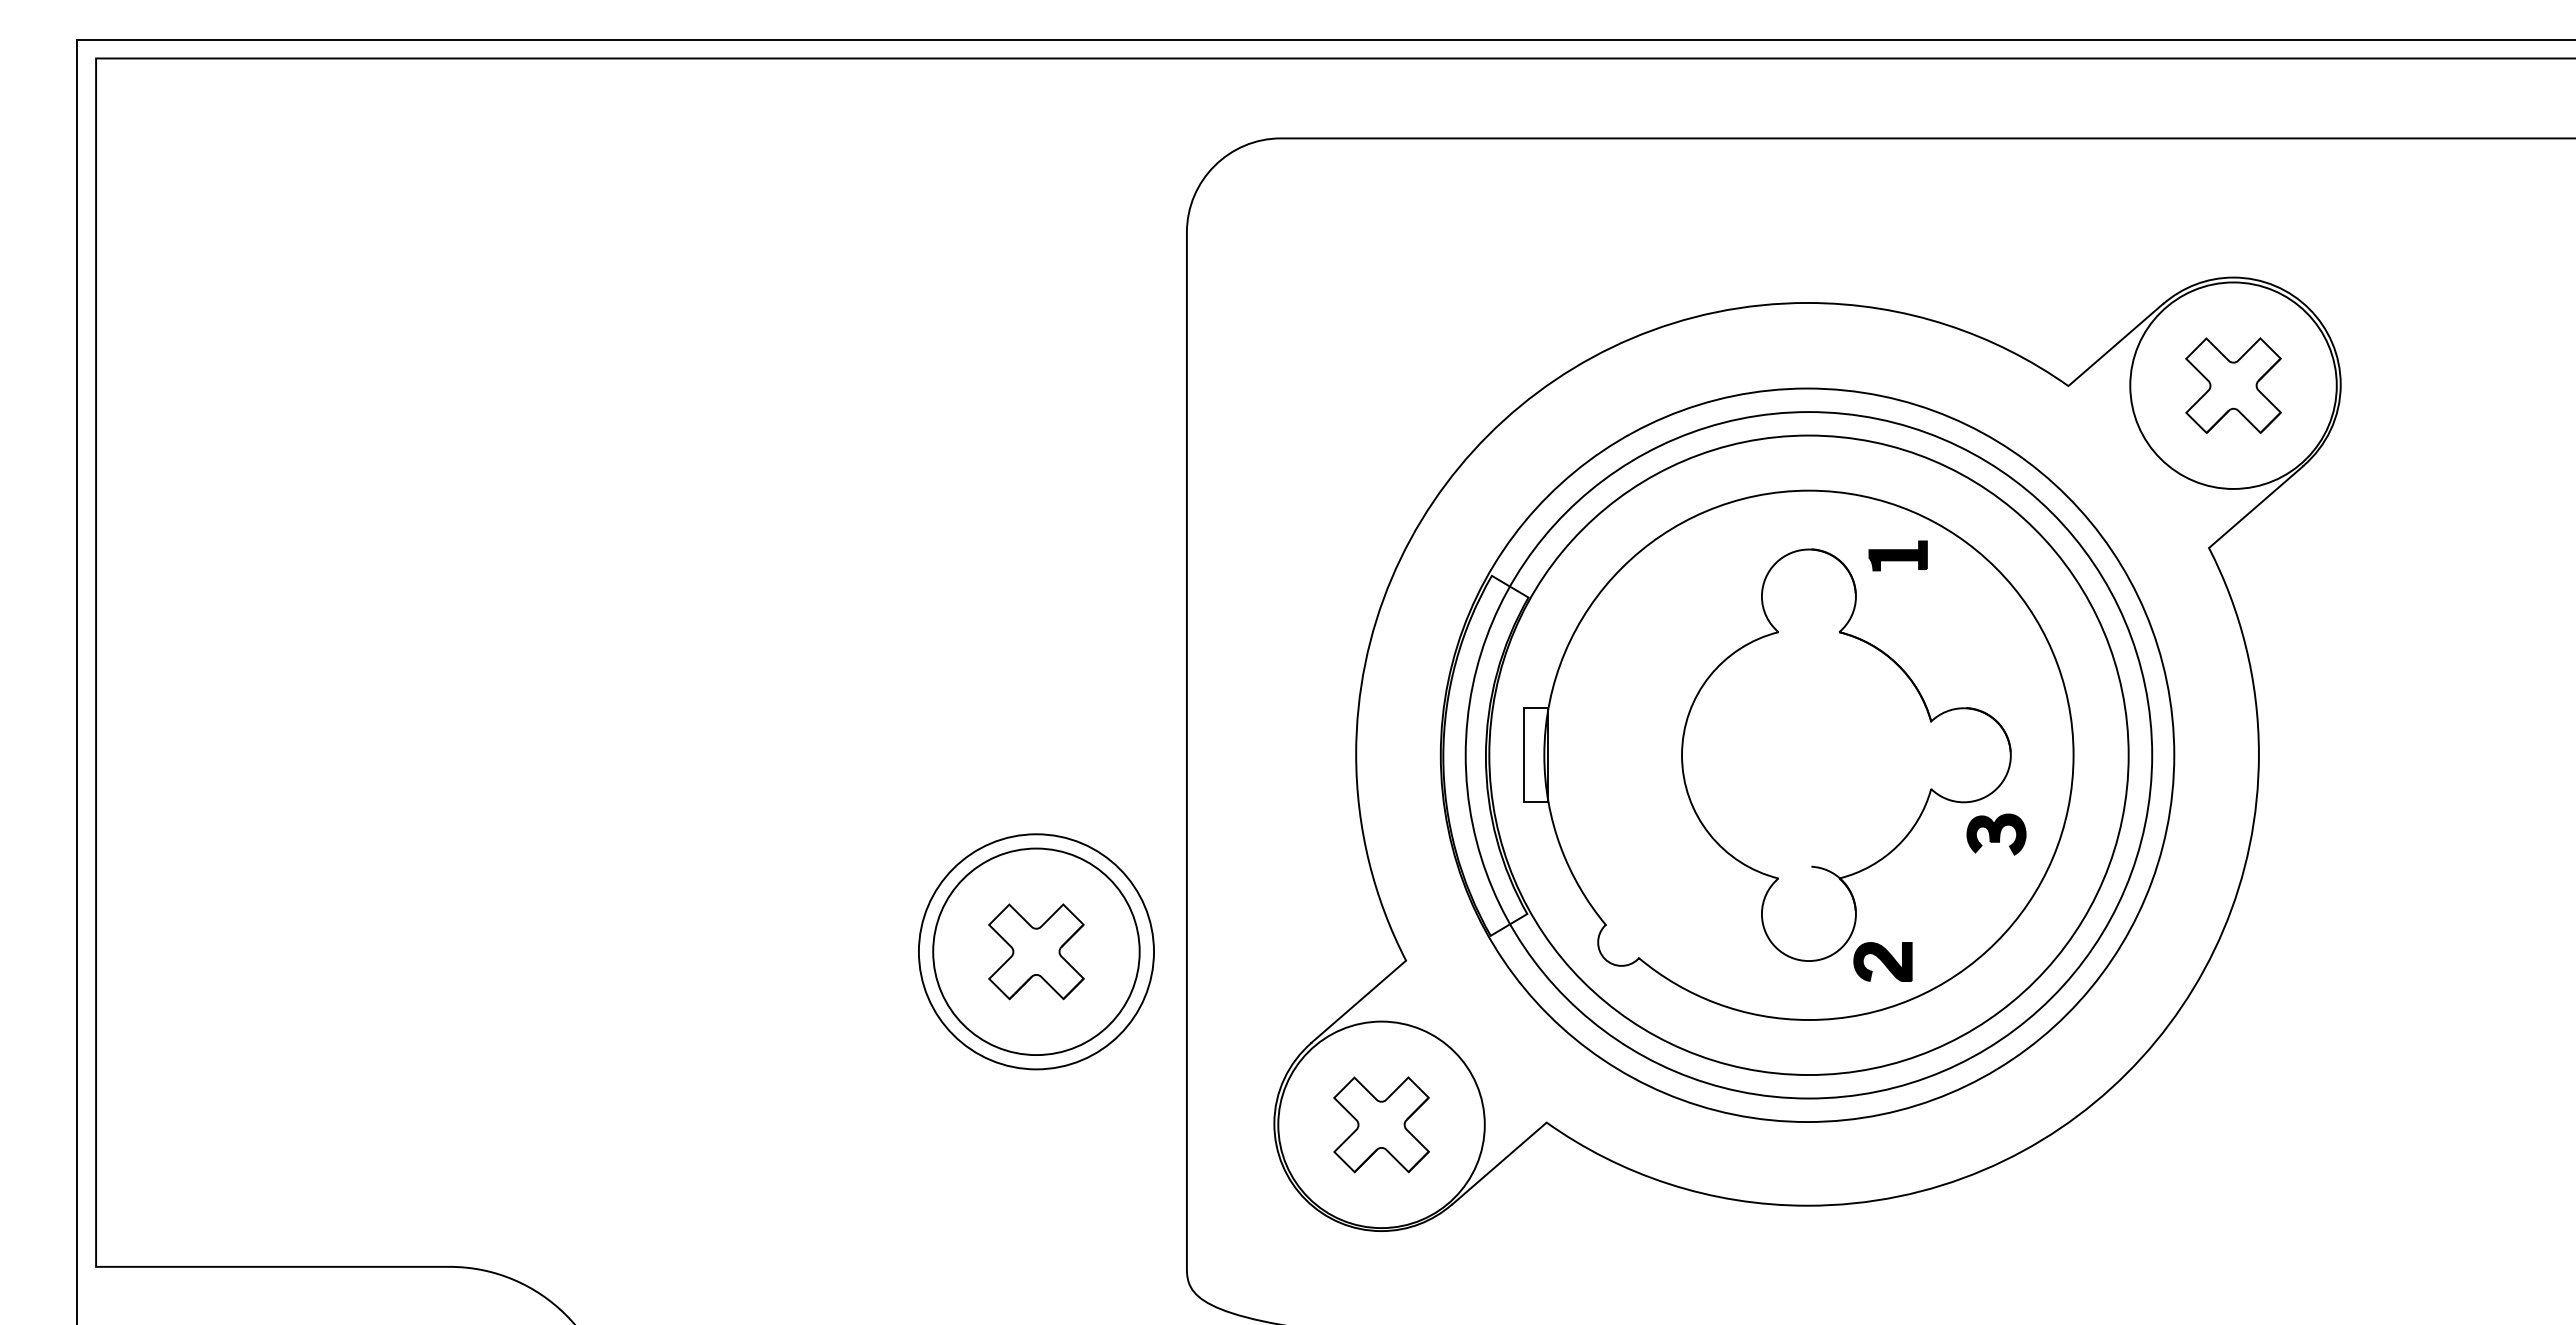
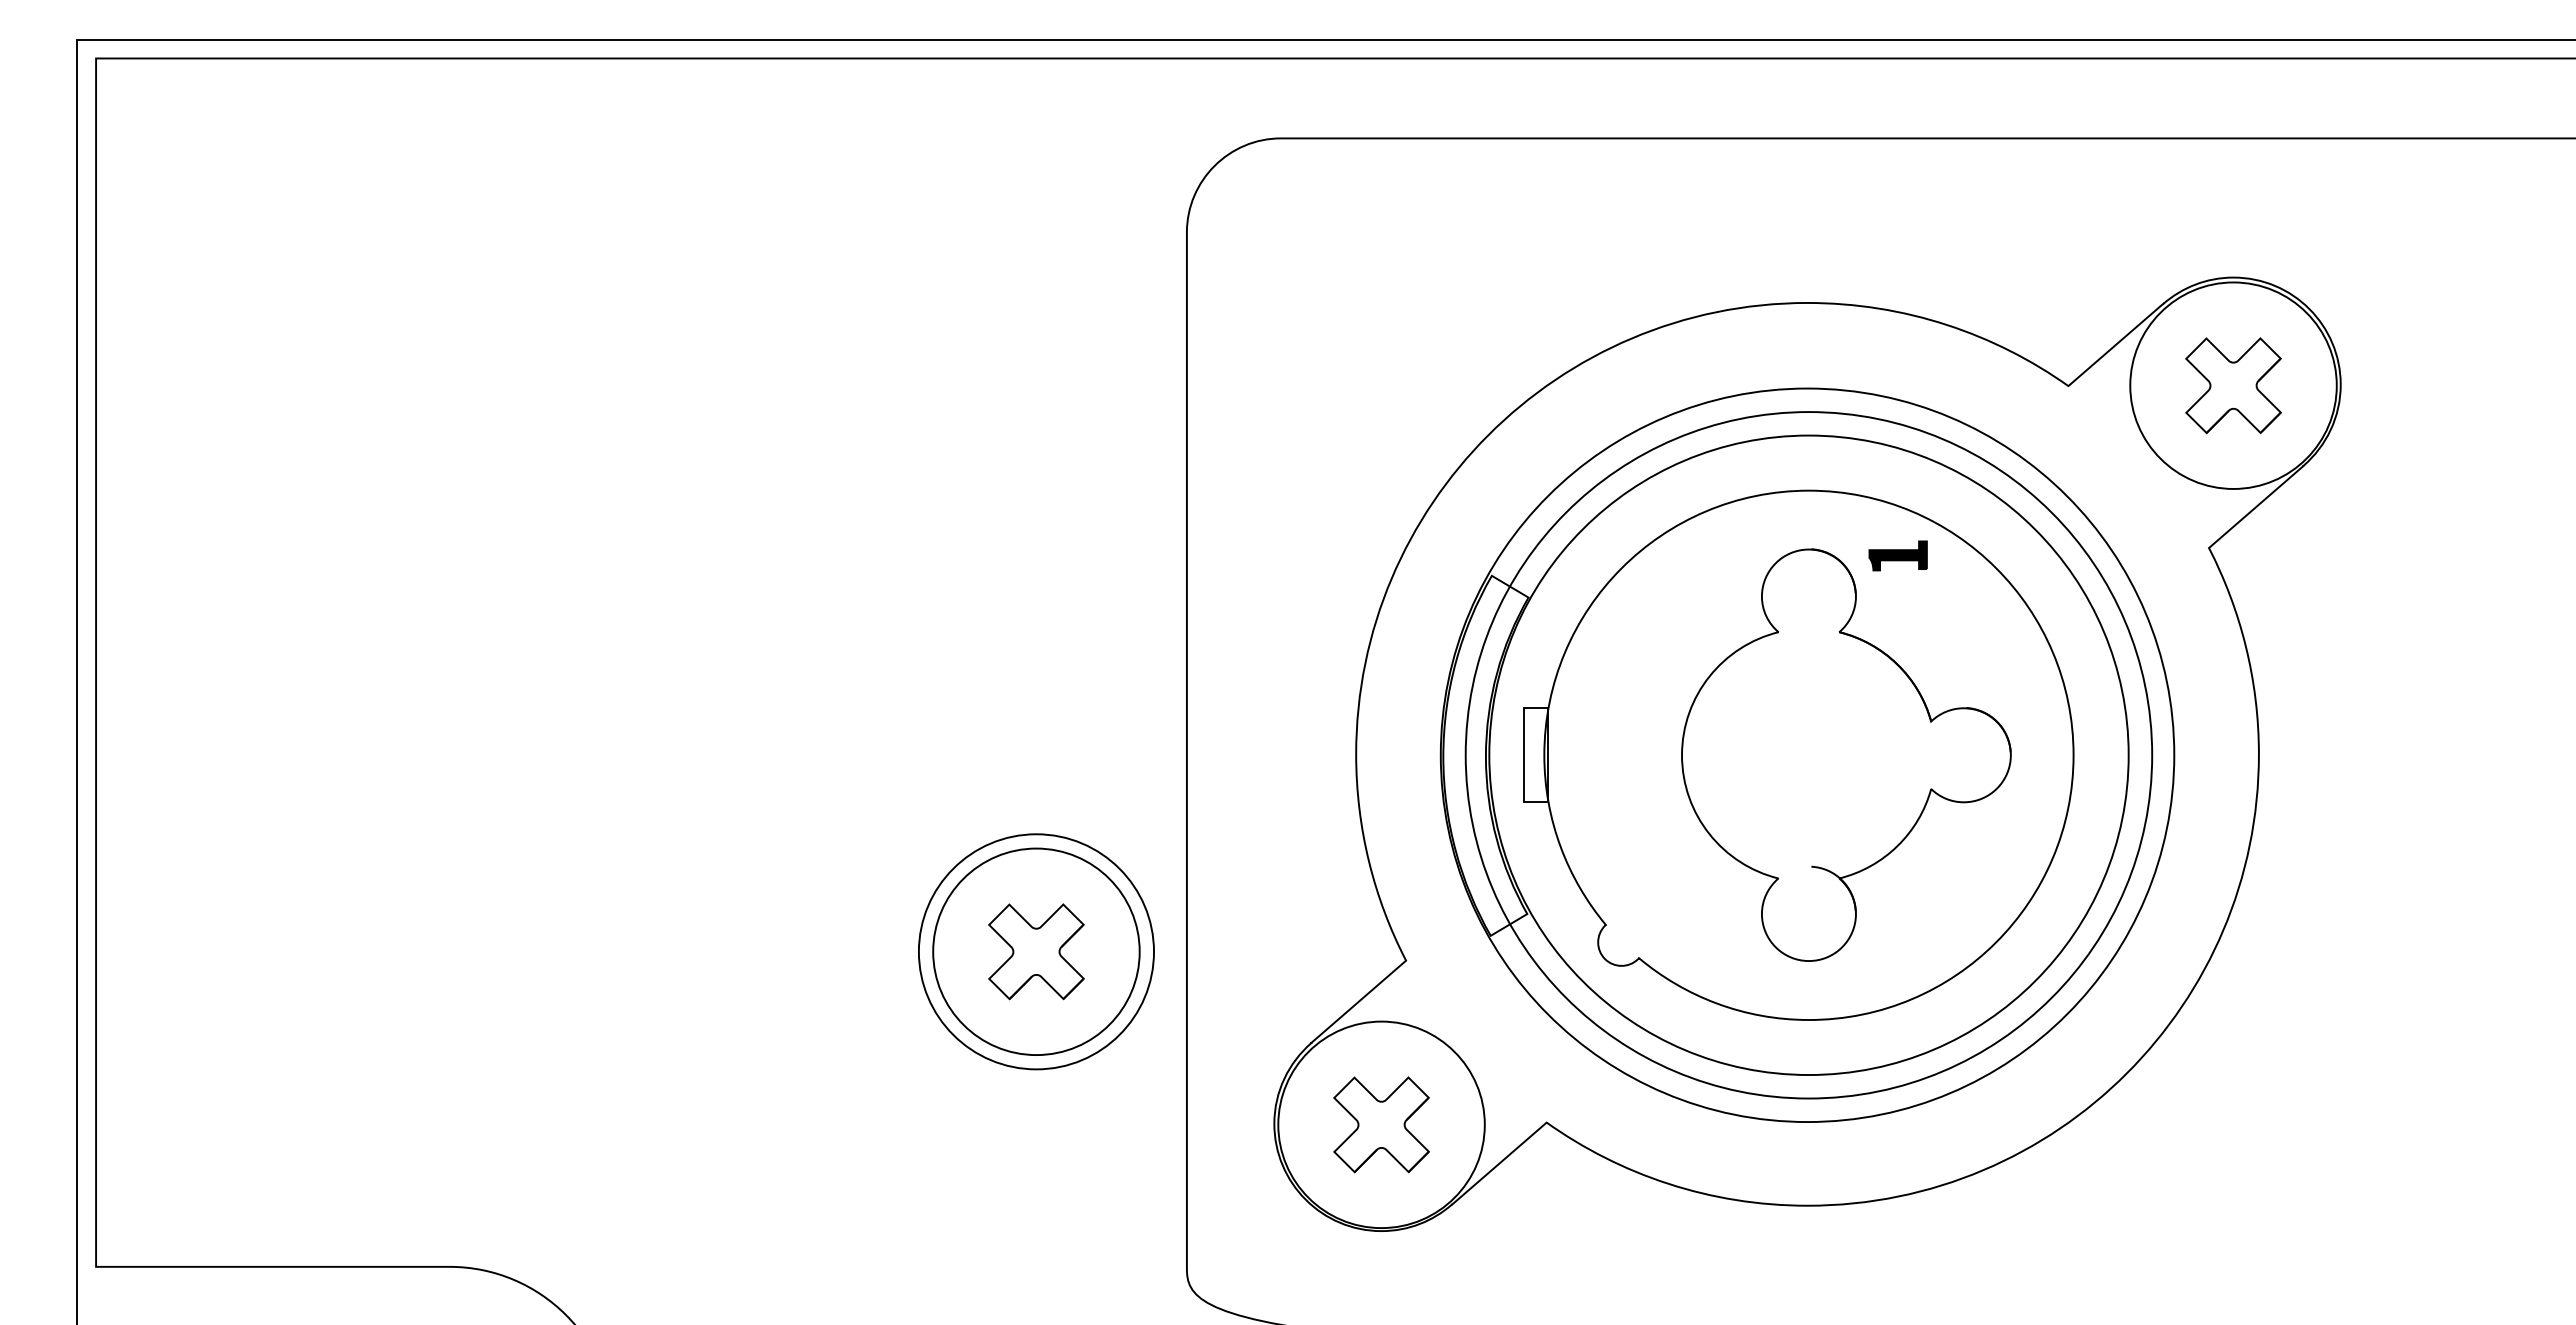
part at (1996, 834): present -> none
part at (1882, 961): present -> none
